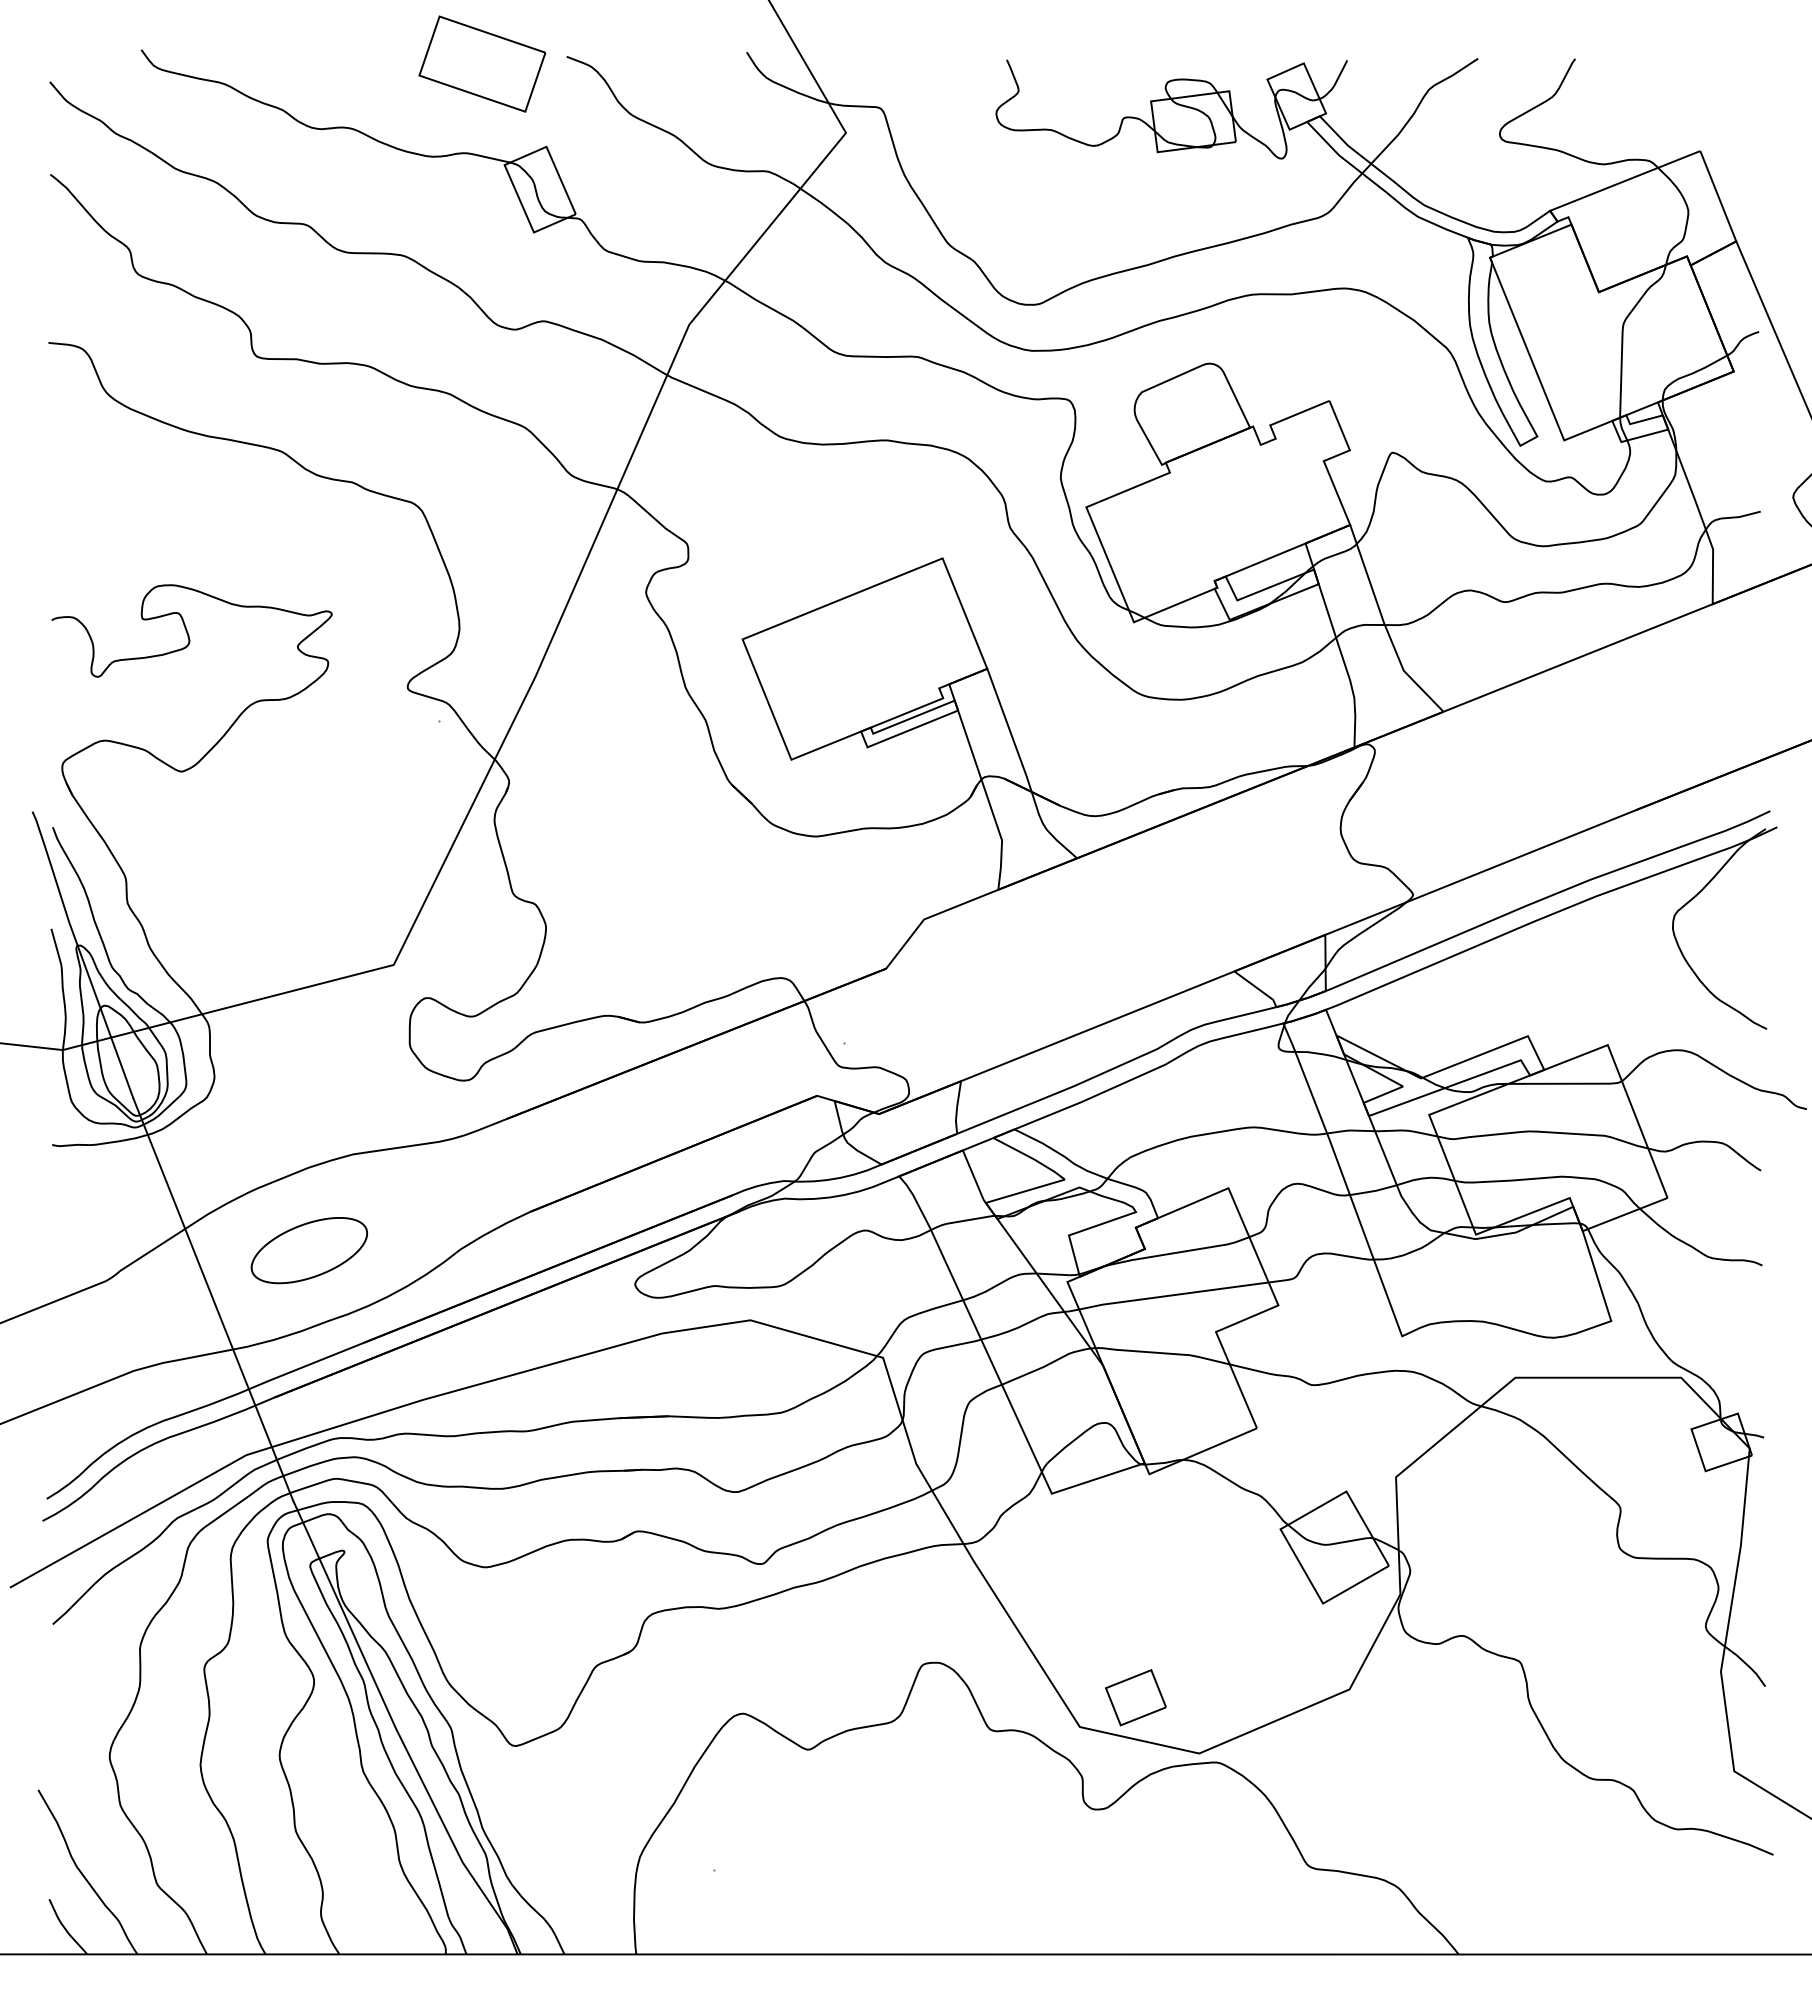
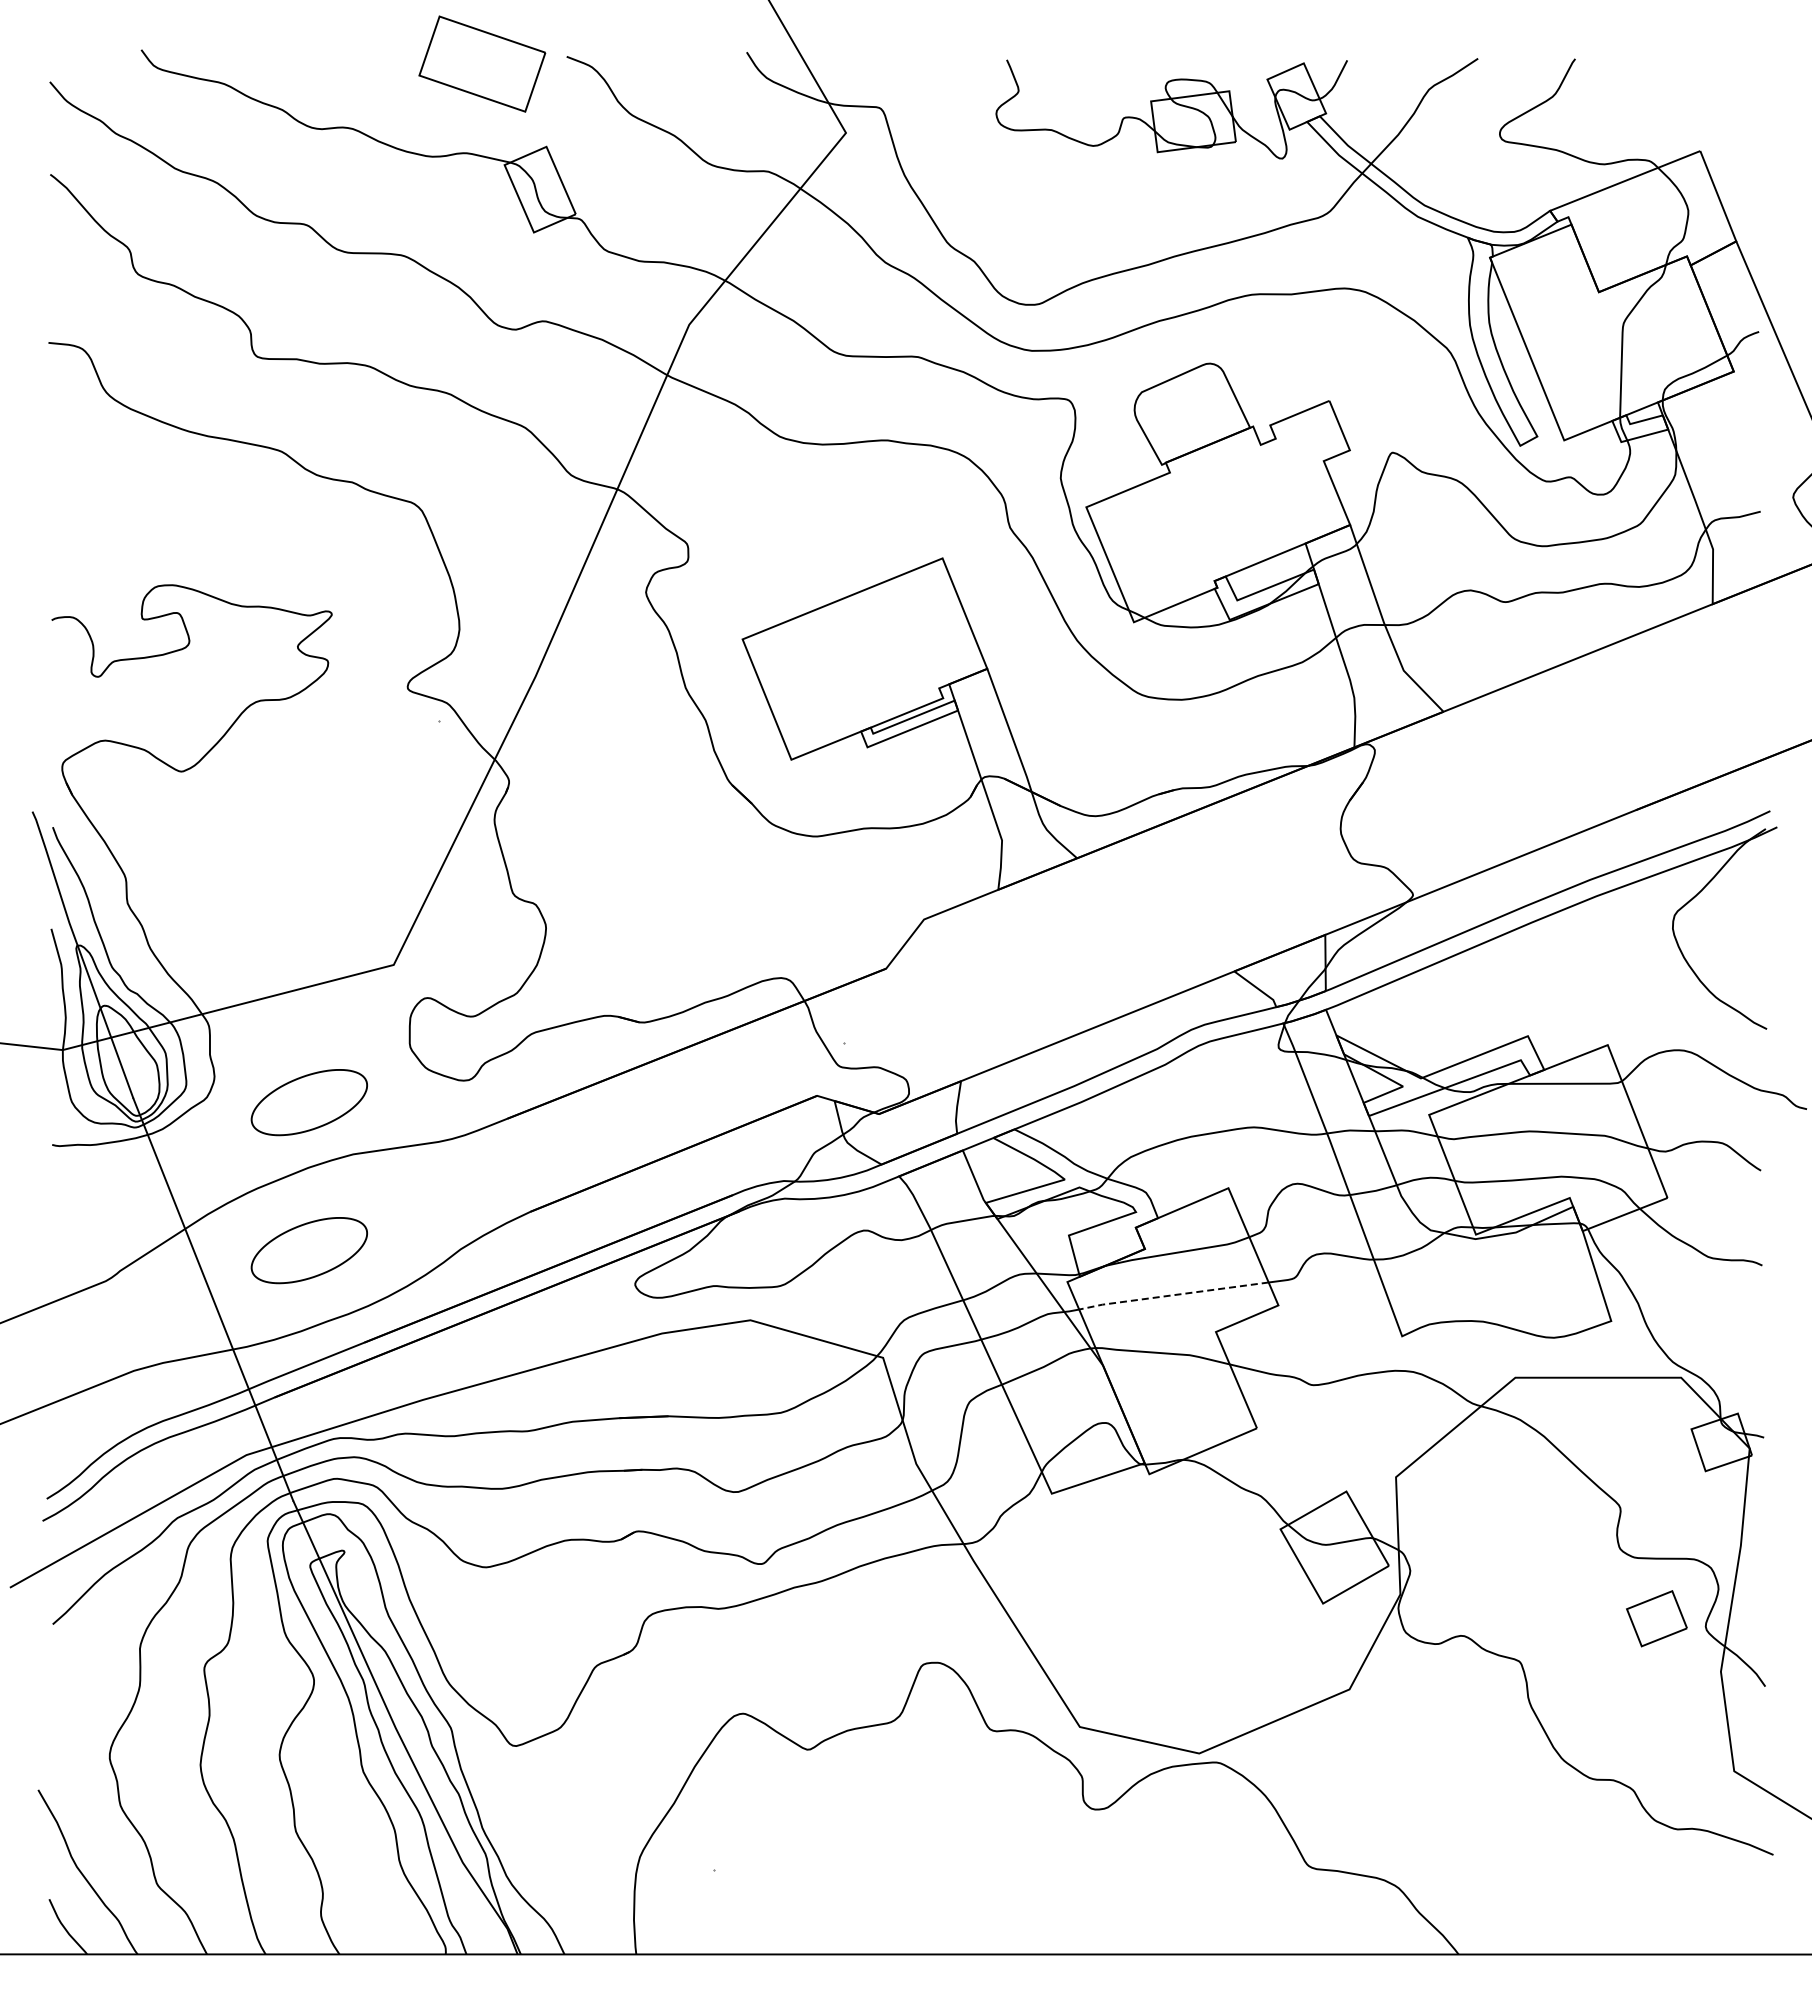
part at (308, 1102): none -> present
line at (1172, 1295): solid -> dashed
part at (1135, 1697) position: (1135, 1697) -> (1656, 1618)
